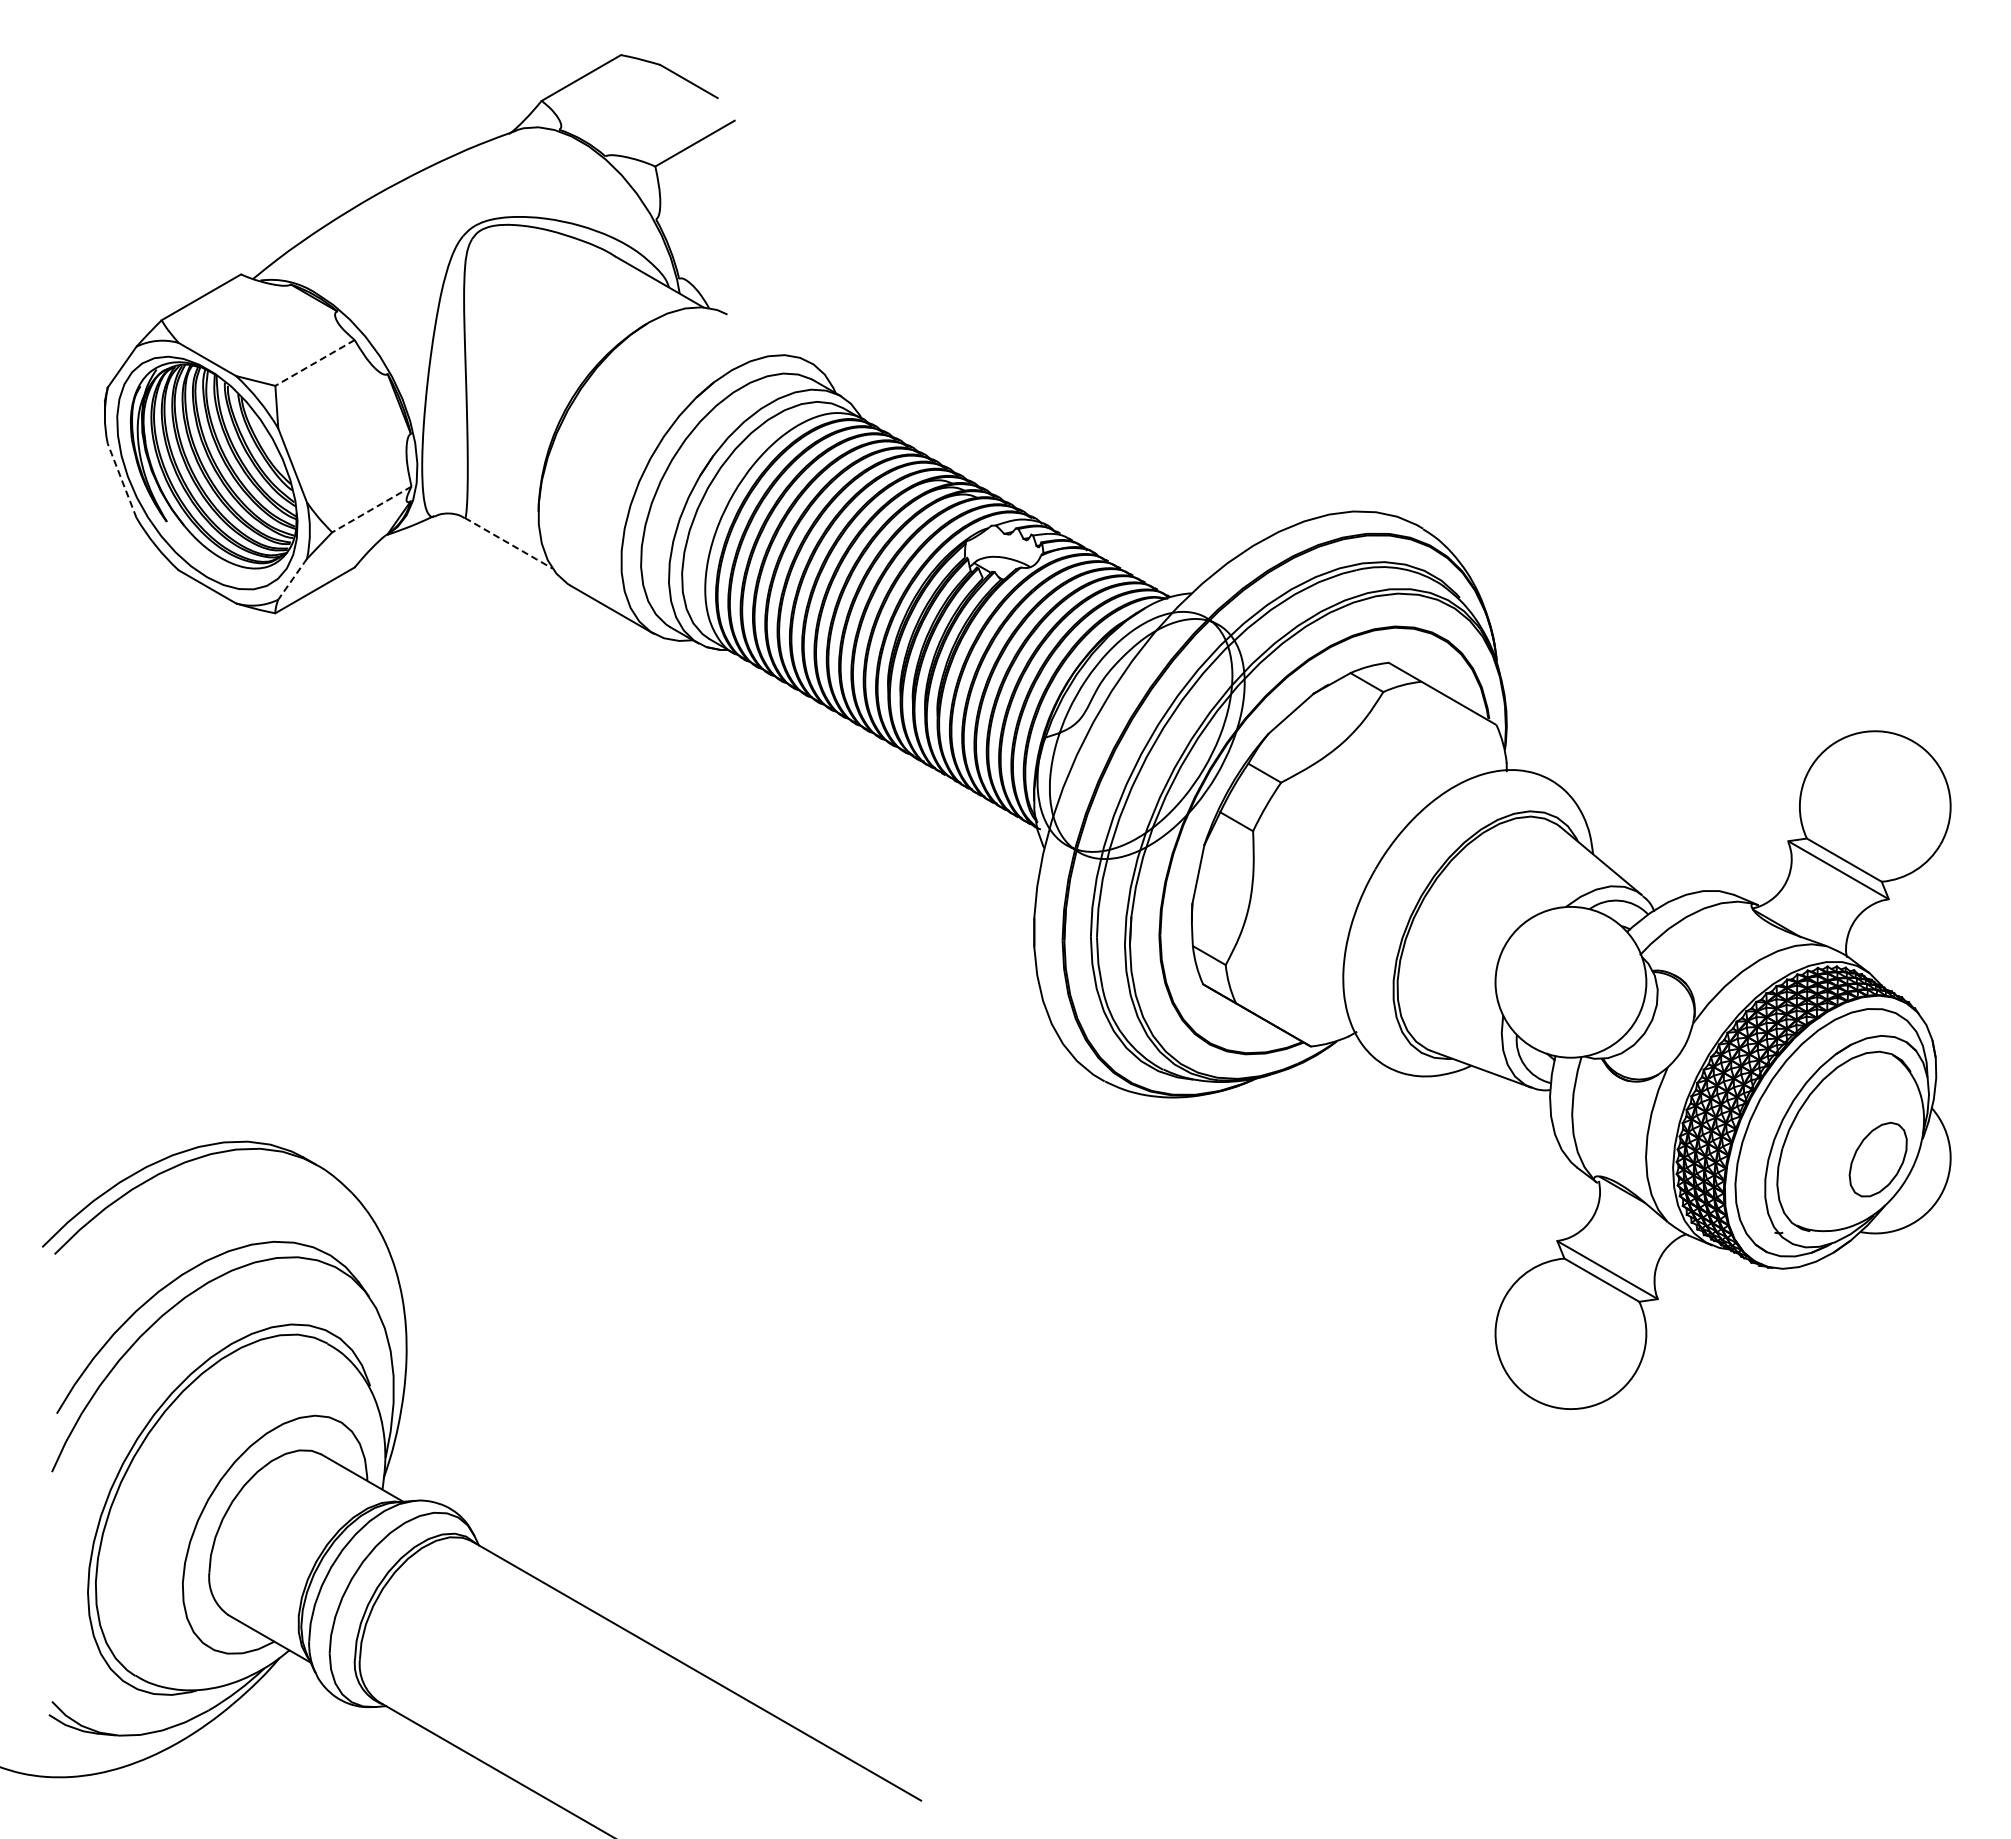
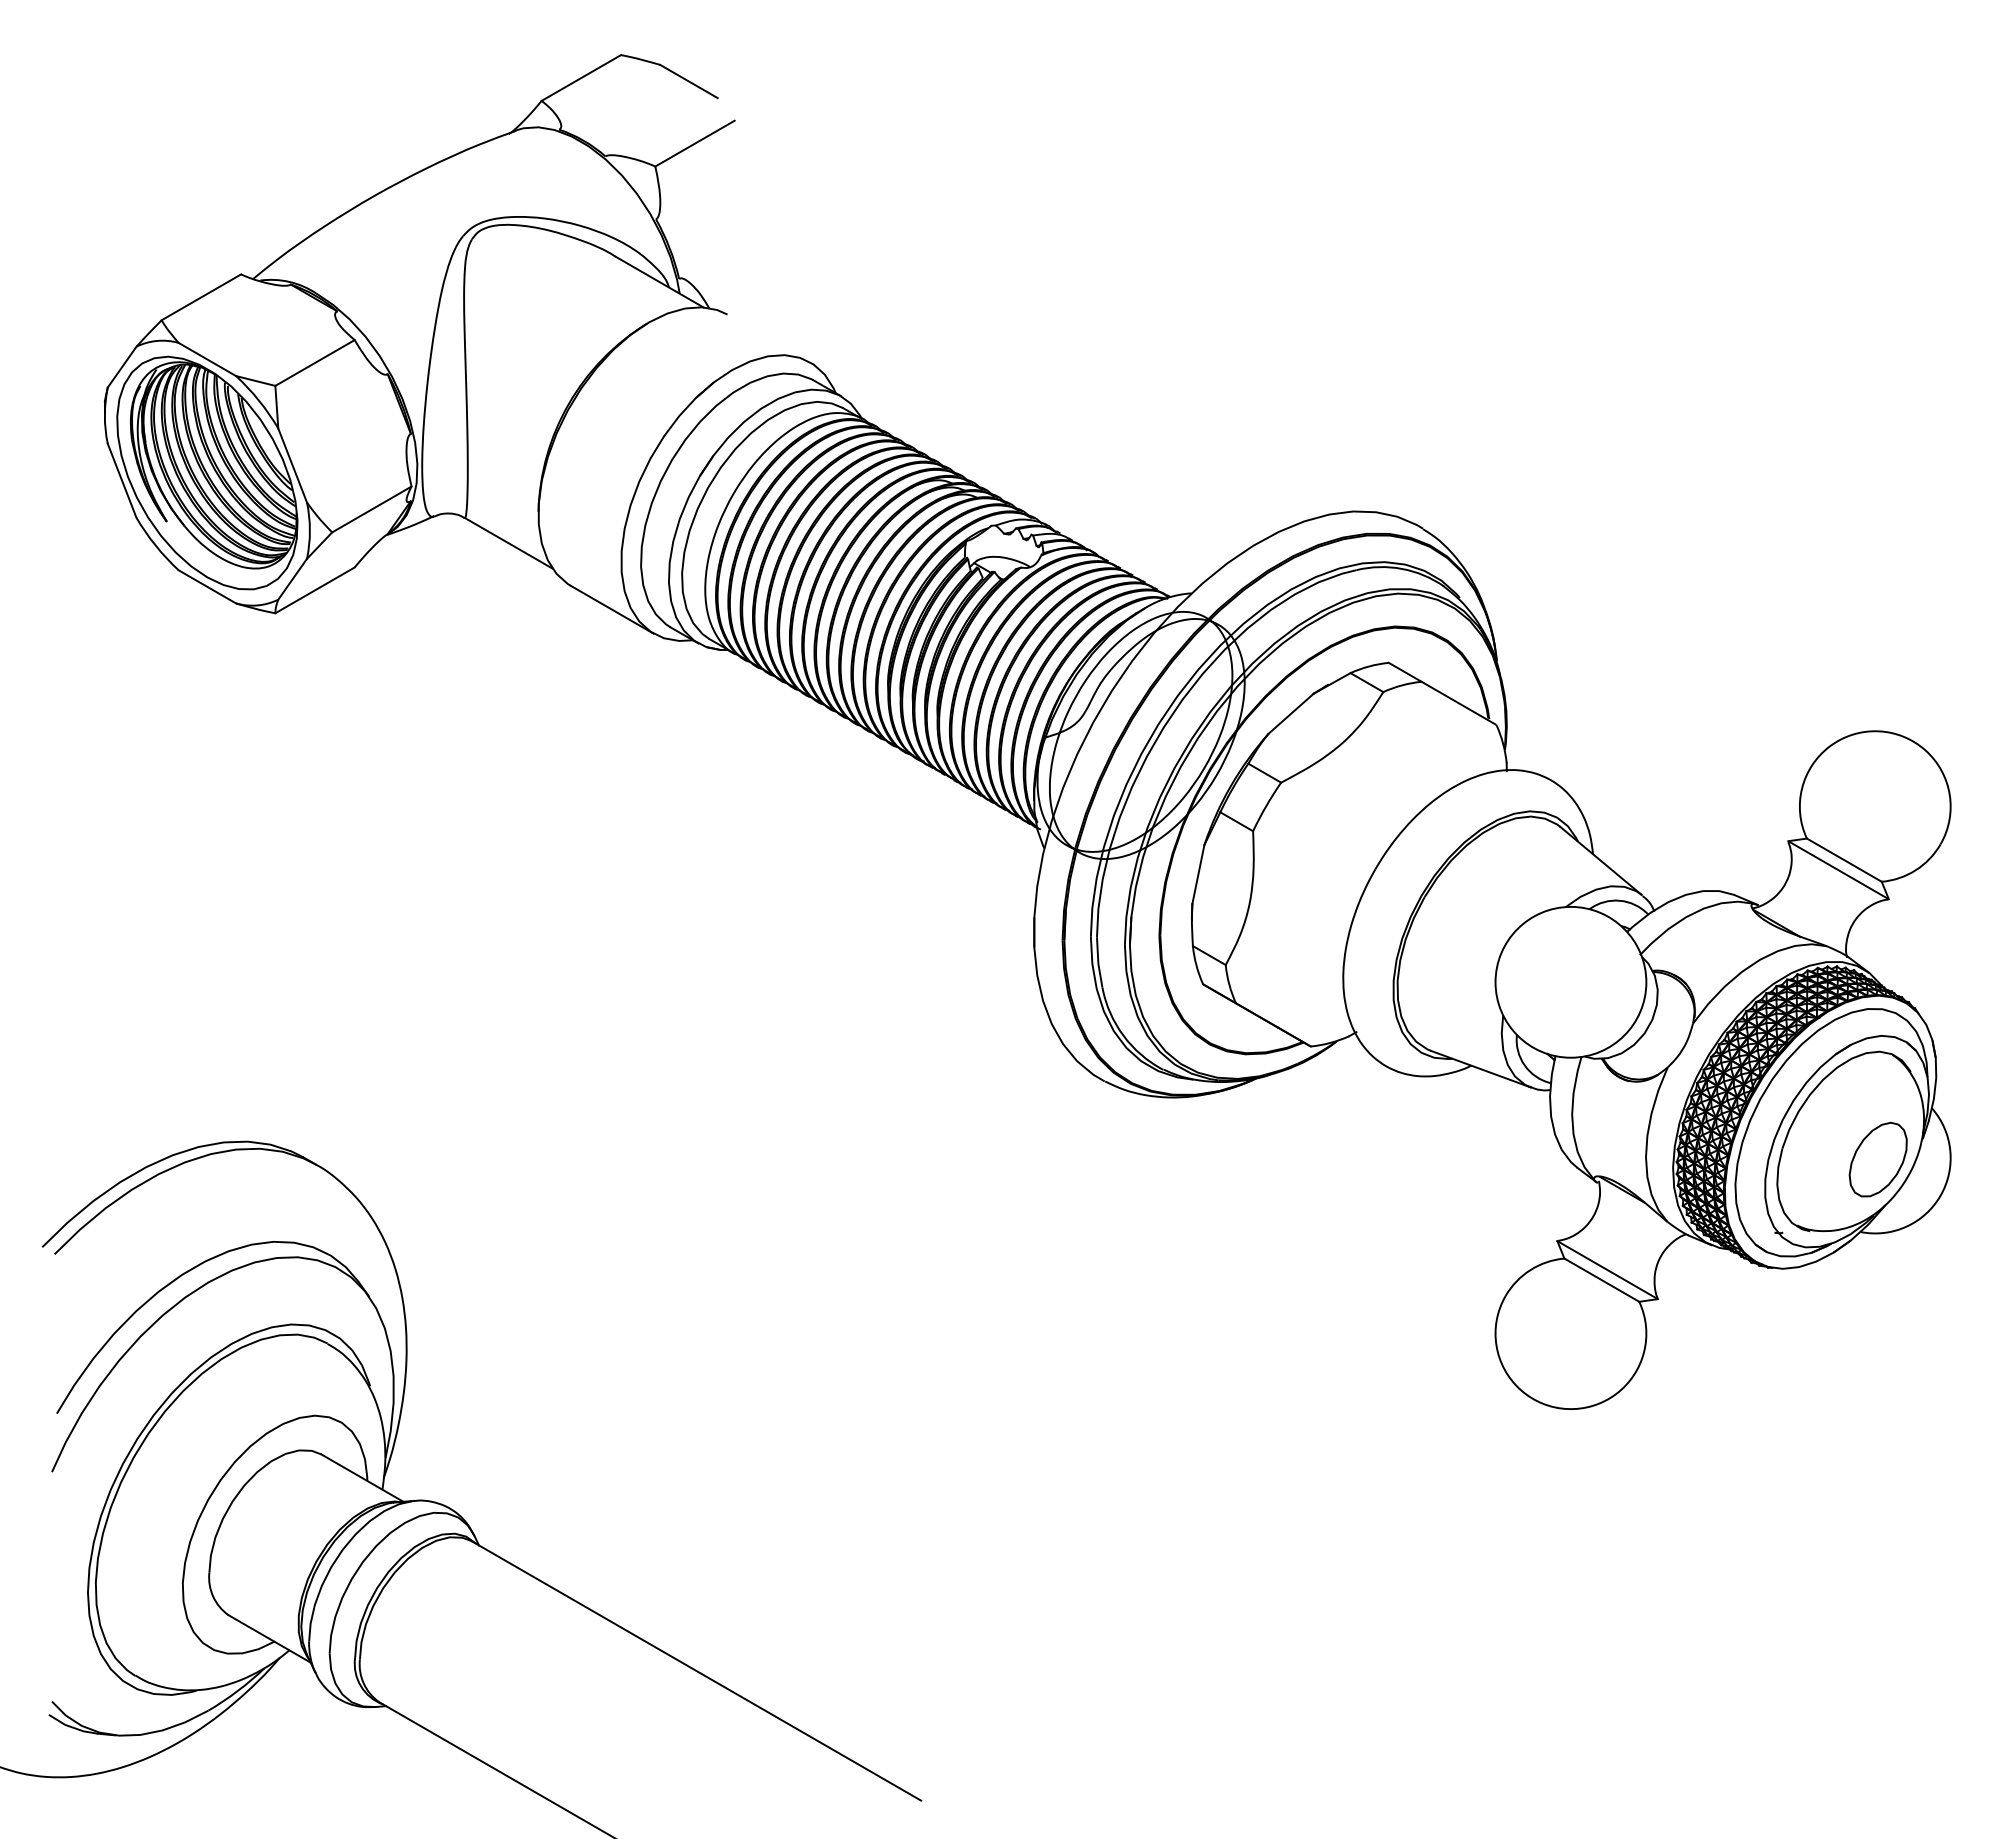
line at (315, 362): dashed -> solid
line at (122, 480): dashed -> solid
line at (371, 509): dashed -> solid
line at (508, 543): dashed -> solid
line at (292, 579): dashed -> solid
